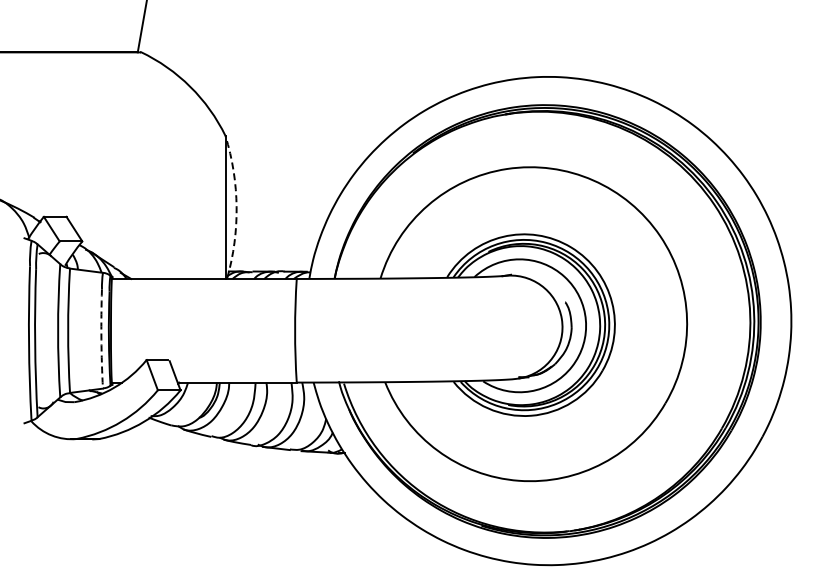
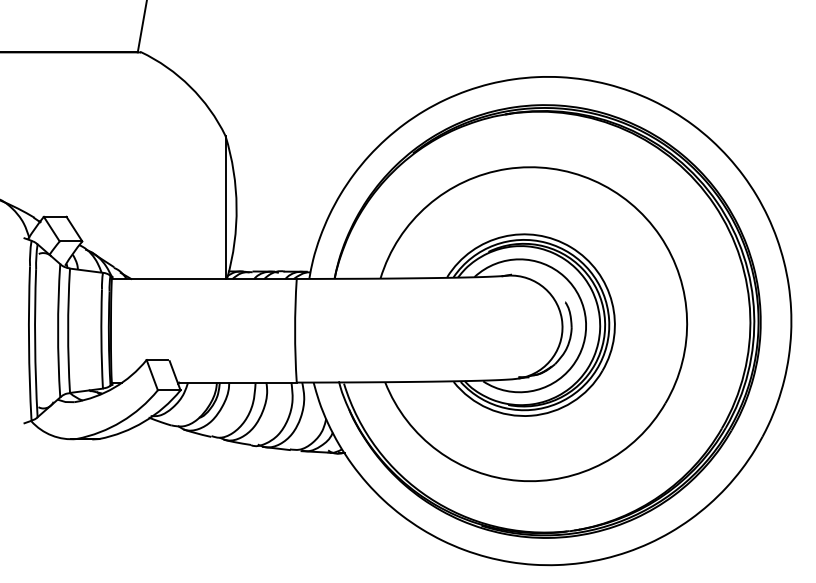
arc at (236, 207): dashed -> solid
arc at (101, 339): dashed -> solid
